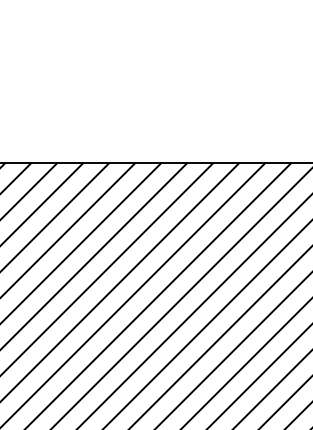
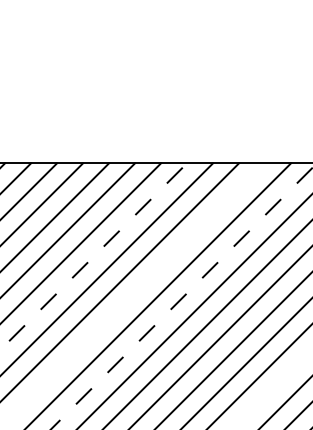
line at (93, 256): solid -> dashed
line at (133, 294): present -> none
line at (181, 298): solid -> dashed
line at (272, 389): present -> none
